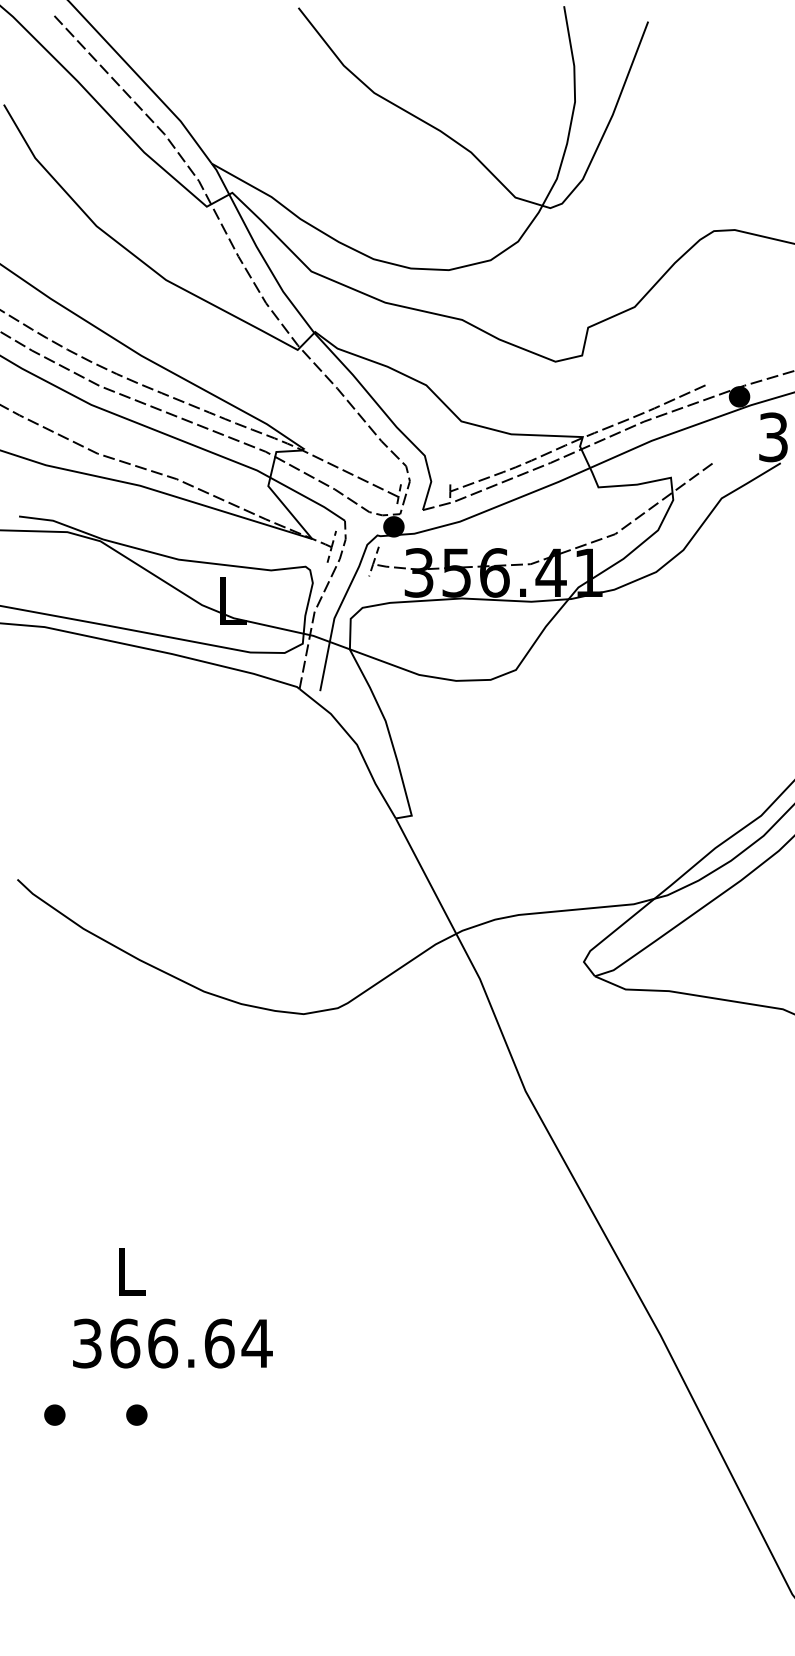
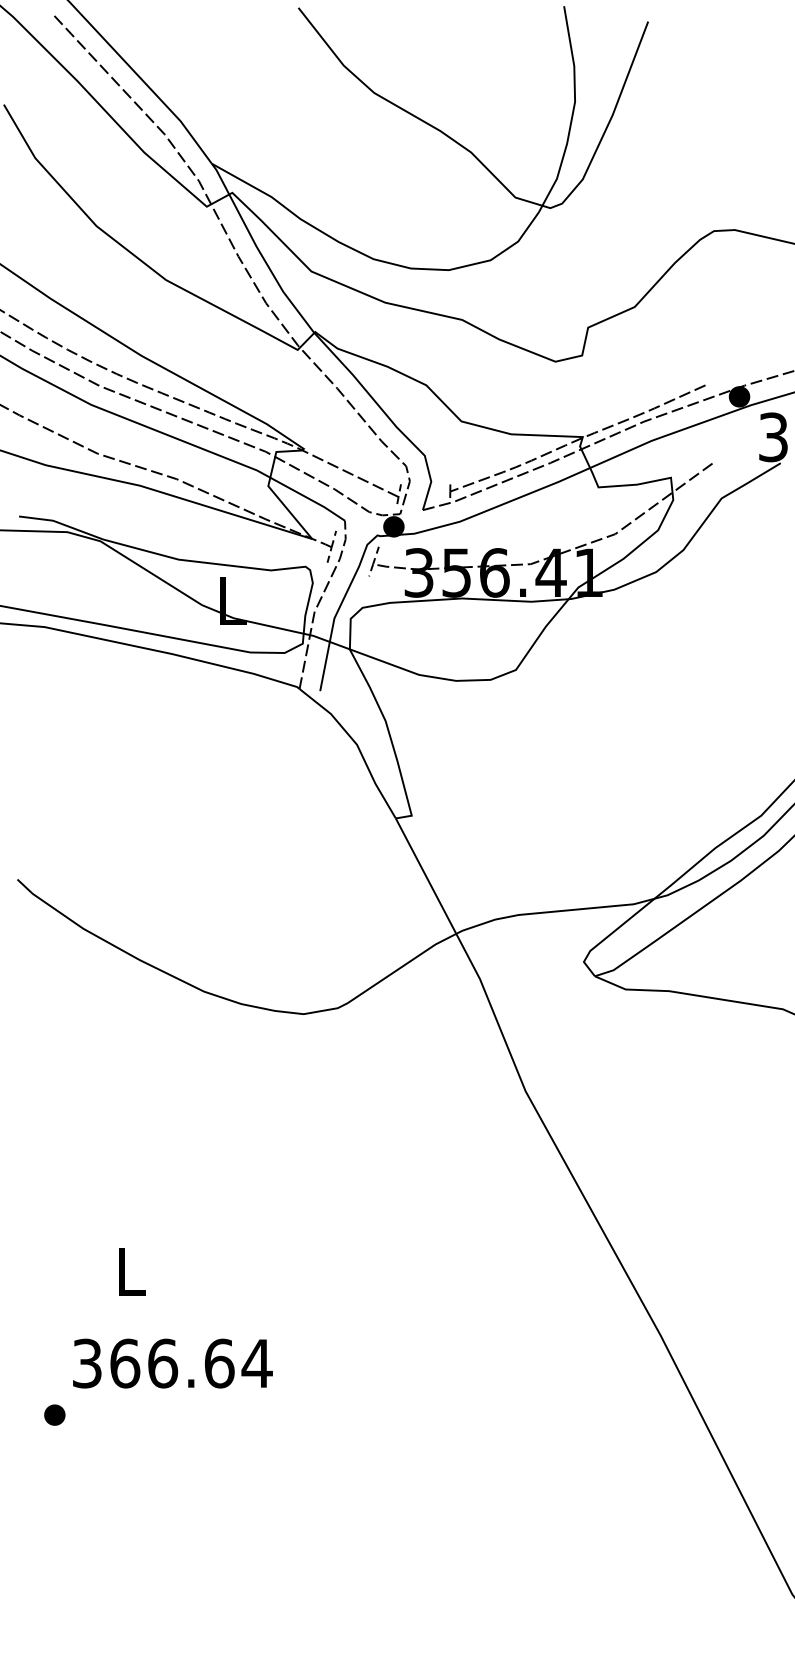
text at (172, 1343) position: (172, 1343) -> (172, 1363)
part at (136, 1414): present -> none
